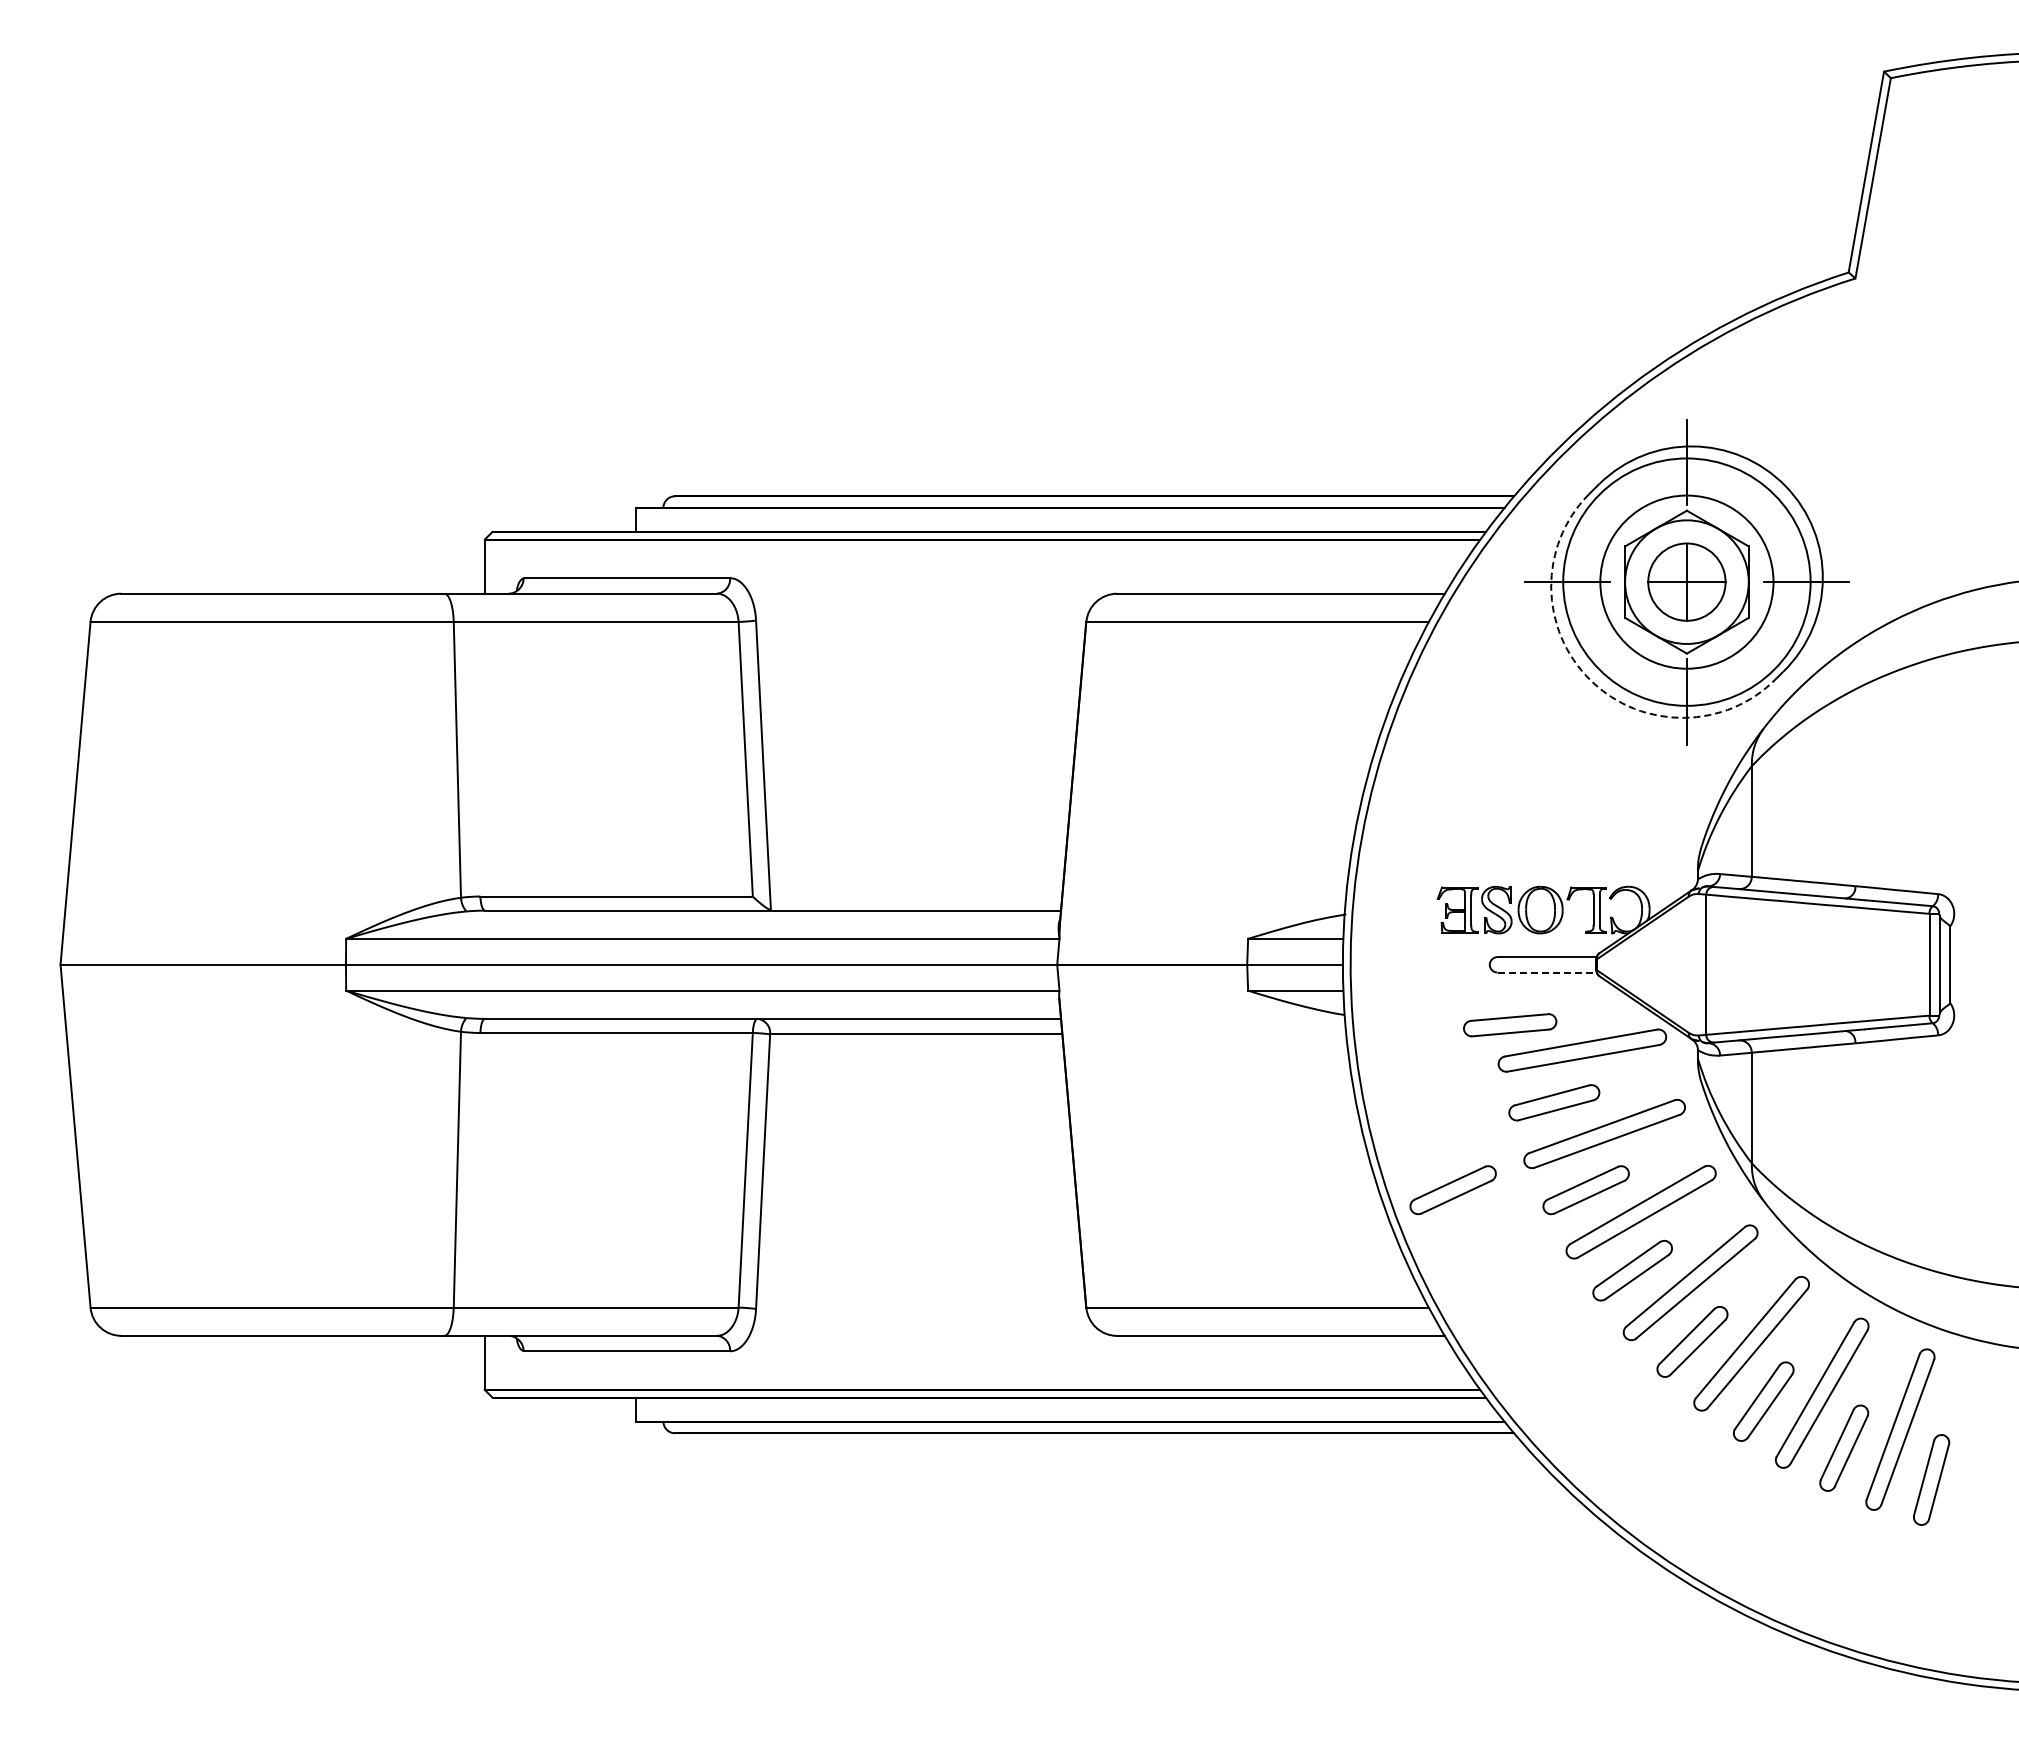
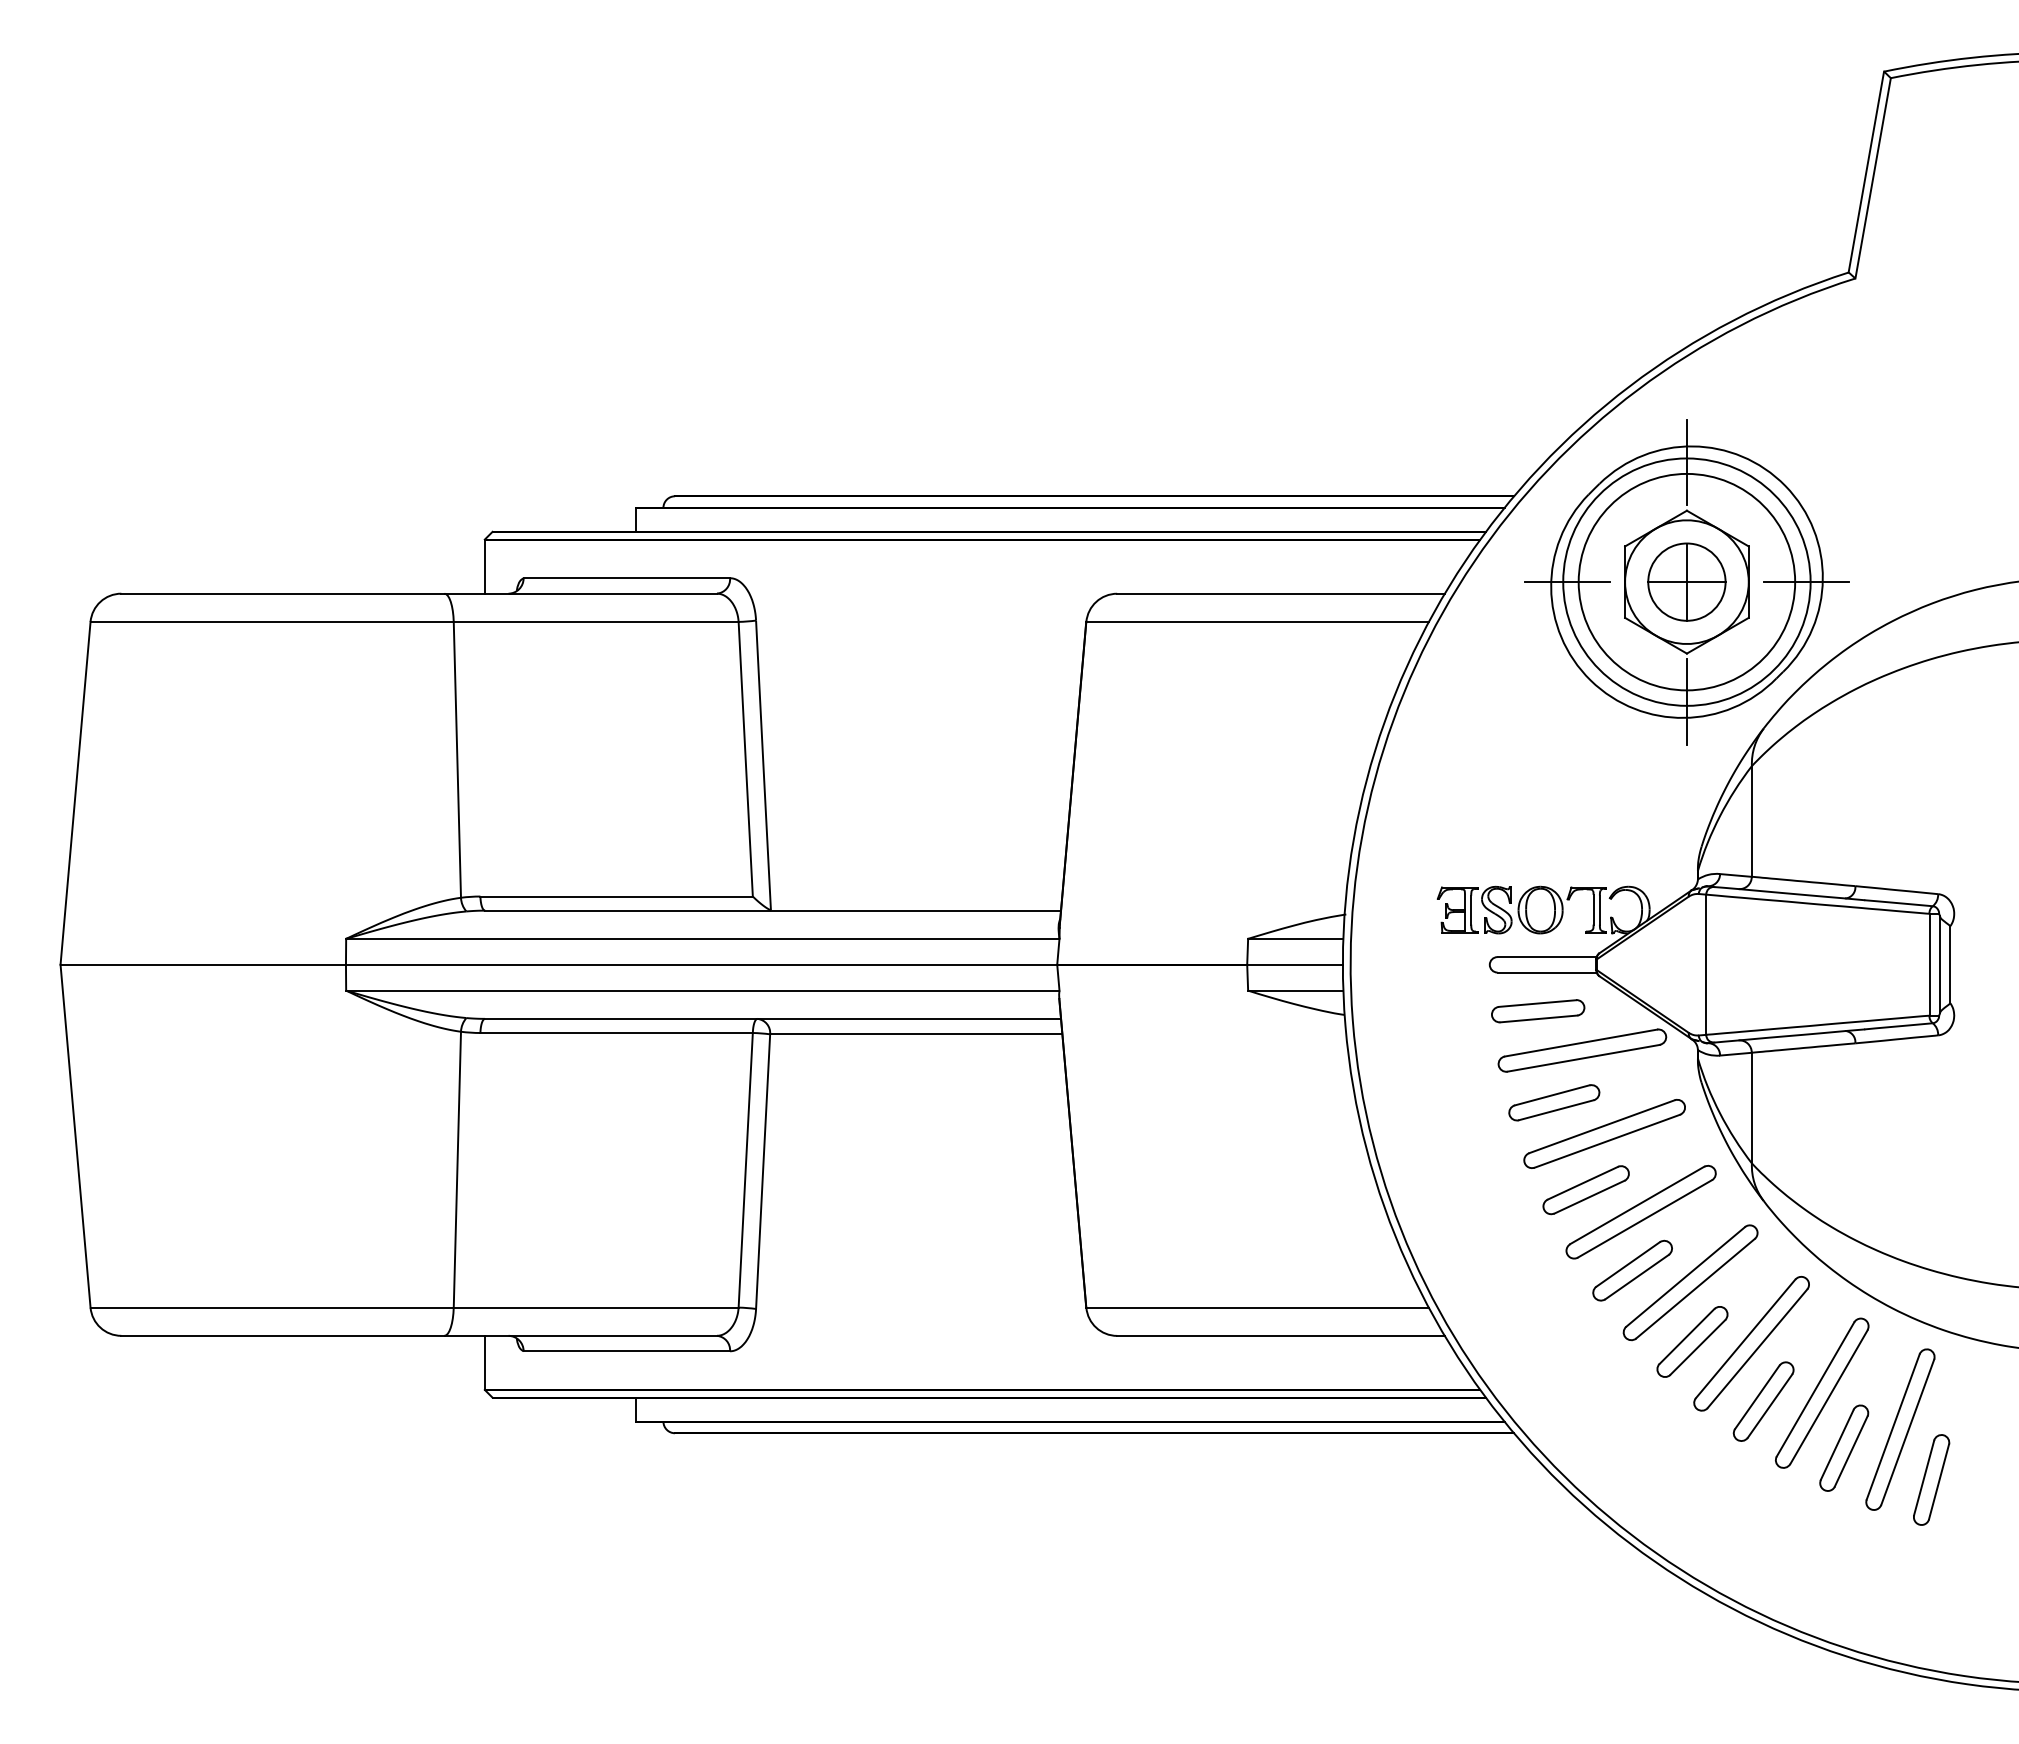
circle at (1686, 581) diameter: 173 px -> 216 px
arc at (1590, 680): dashed -> solid
line at (1547, 972): dashed -> solid
part at (1510, 1025) position: (1510, 1025) -> (1538, 1011)
part at (1452, 1190): present -> none
